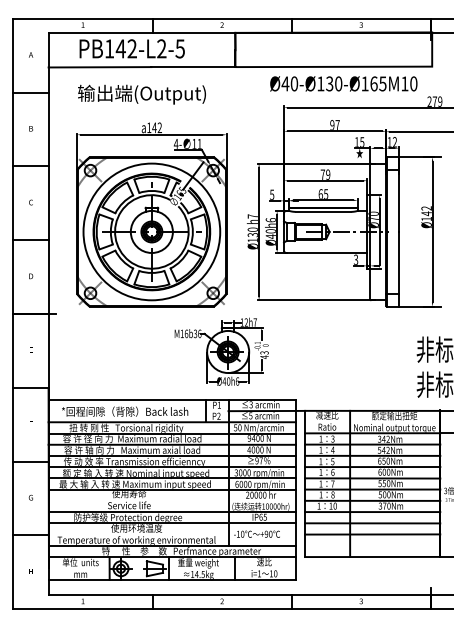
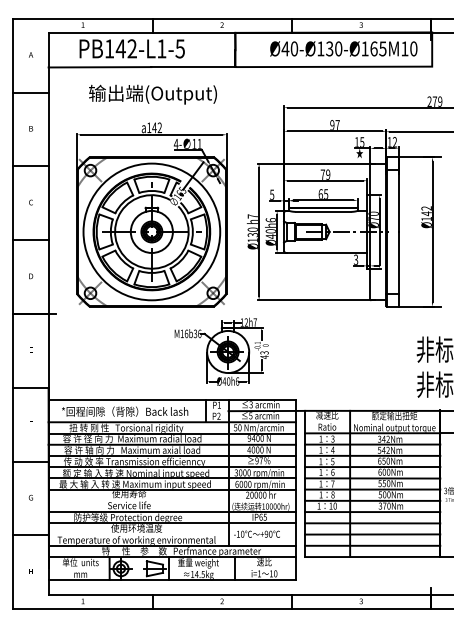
text at (161, 48): PB142-L2-5 -> PB142-L1-5
text at (343, 83) position: (343, 83) -> (343, 48)
text at (141, 94) position: (141, 94) -> (152, 94)
line at (372, 545): none -> present
